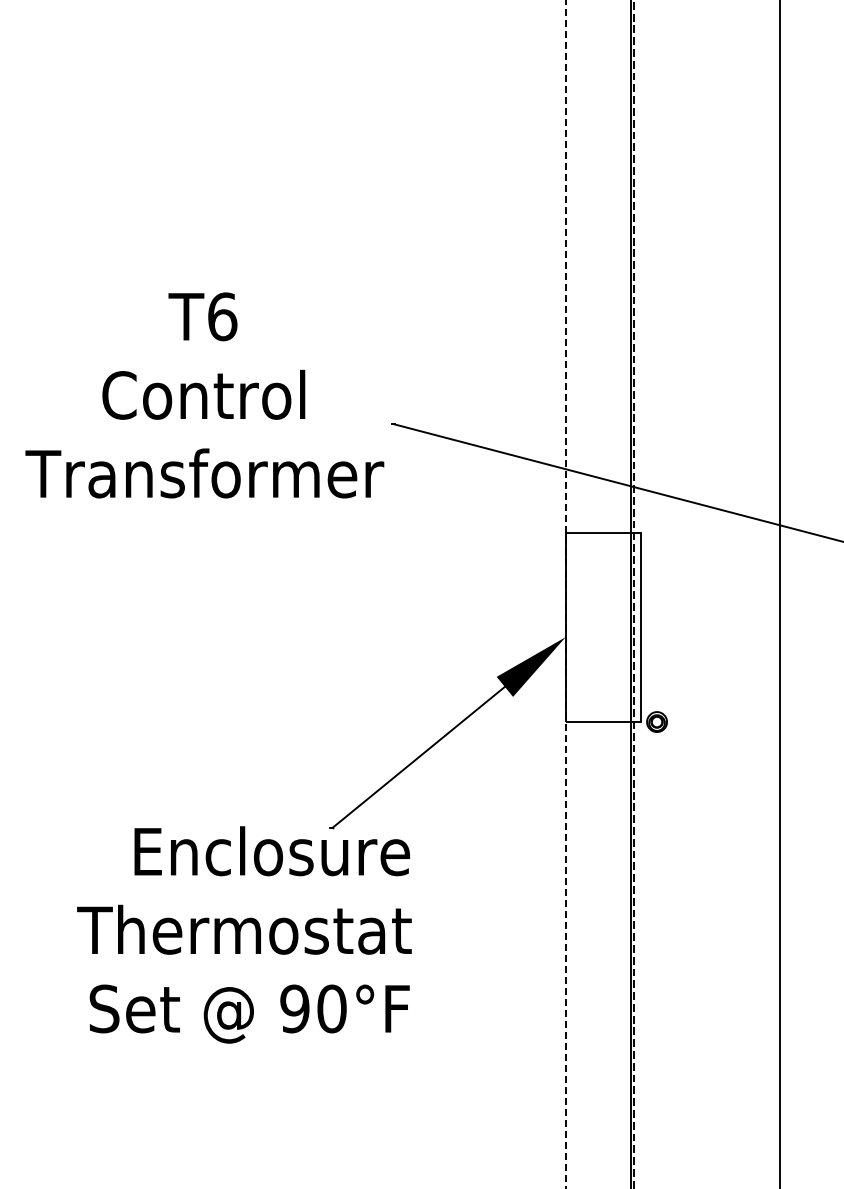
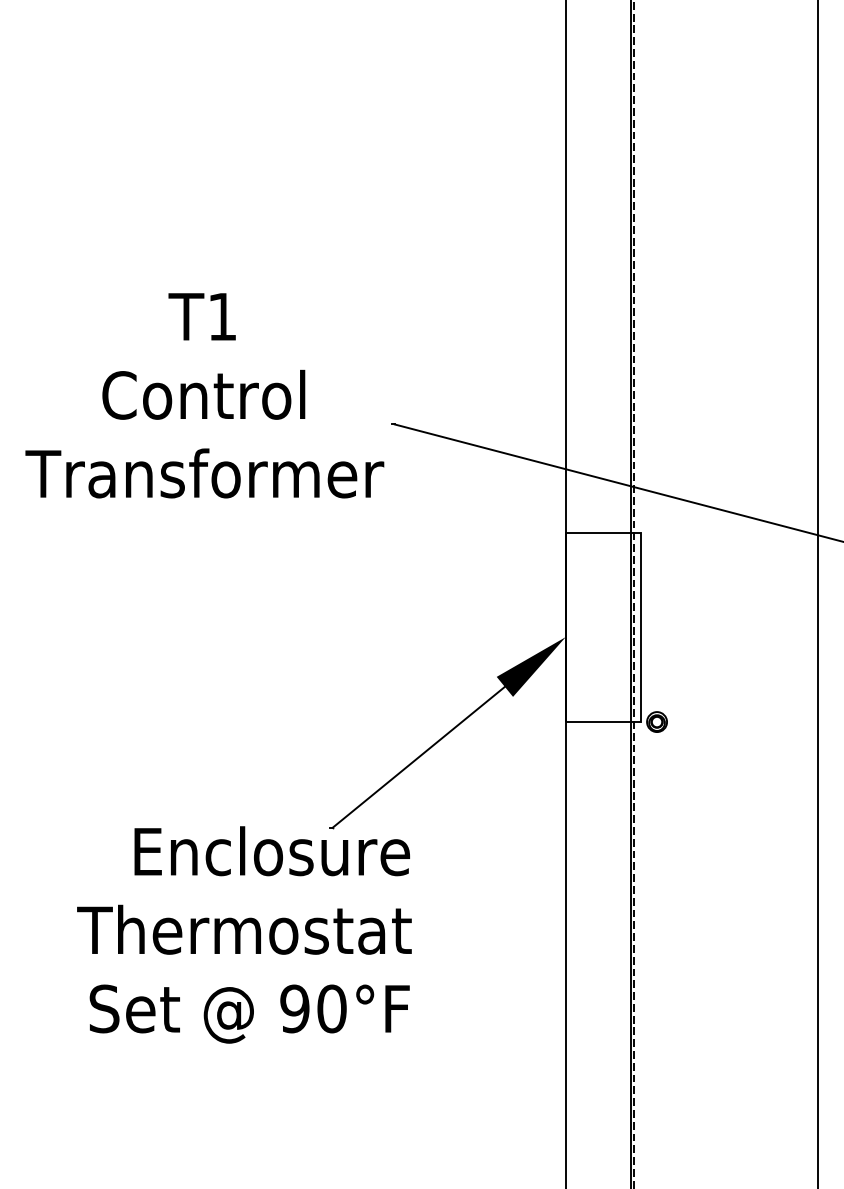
text at (222, 316): T6 -> T1
line at (780, 593) position: (780, 593) -> (818, 593)
line at (565, 594): dashed -> solid
